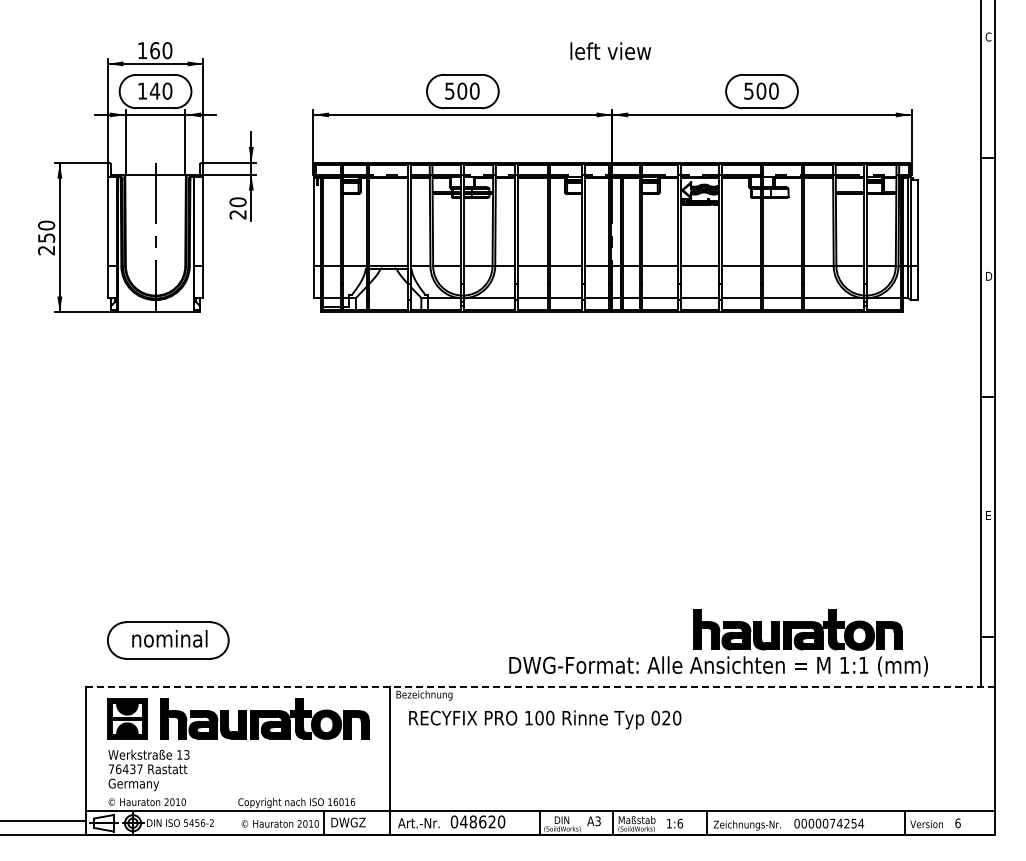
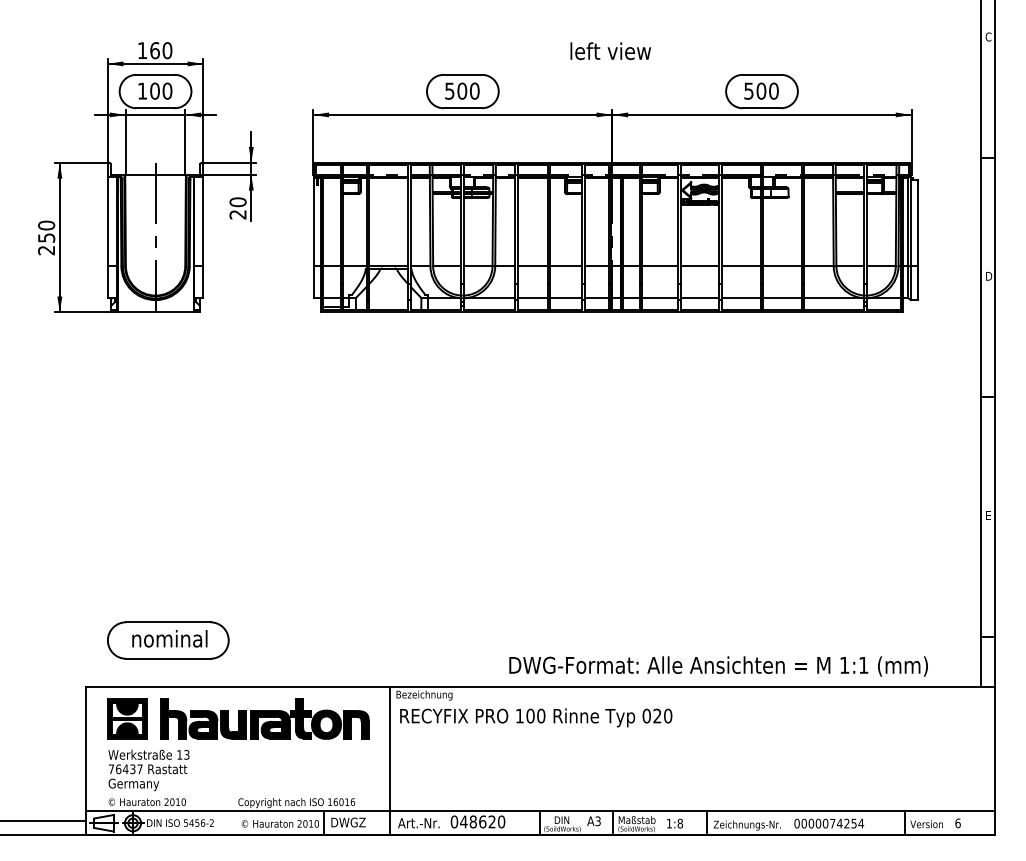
text at (154, 90): 140 -> 100
part at (797, 629): present -> none
line at (540, 686): dashed -> solid
text at (545, 719) position: (545, 719) -> (536, 717)
text at (679, 823): 1:6 -> 1:8
